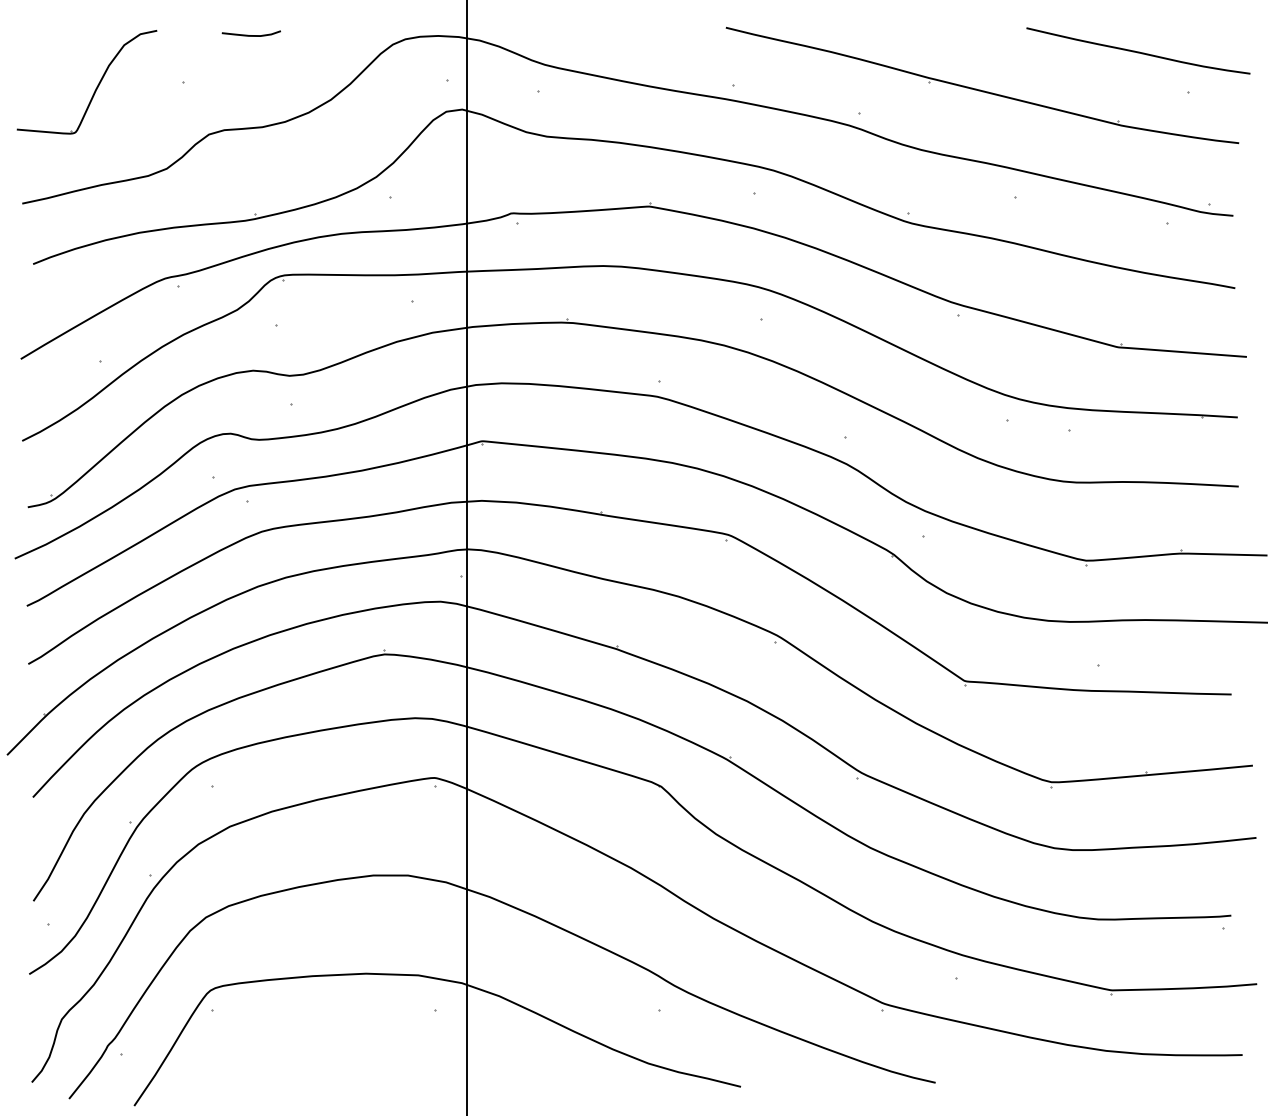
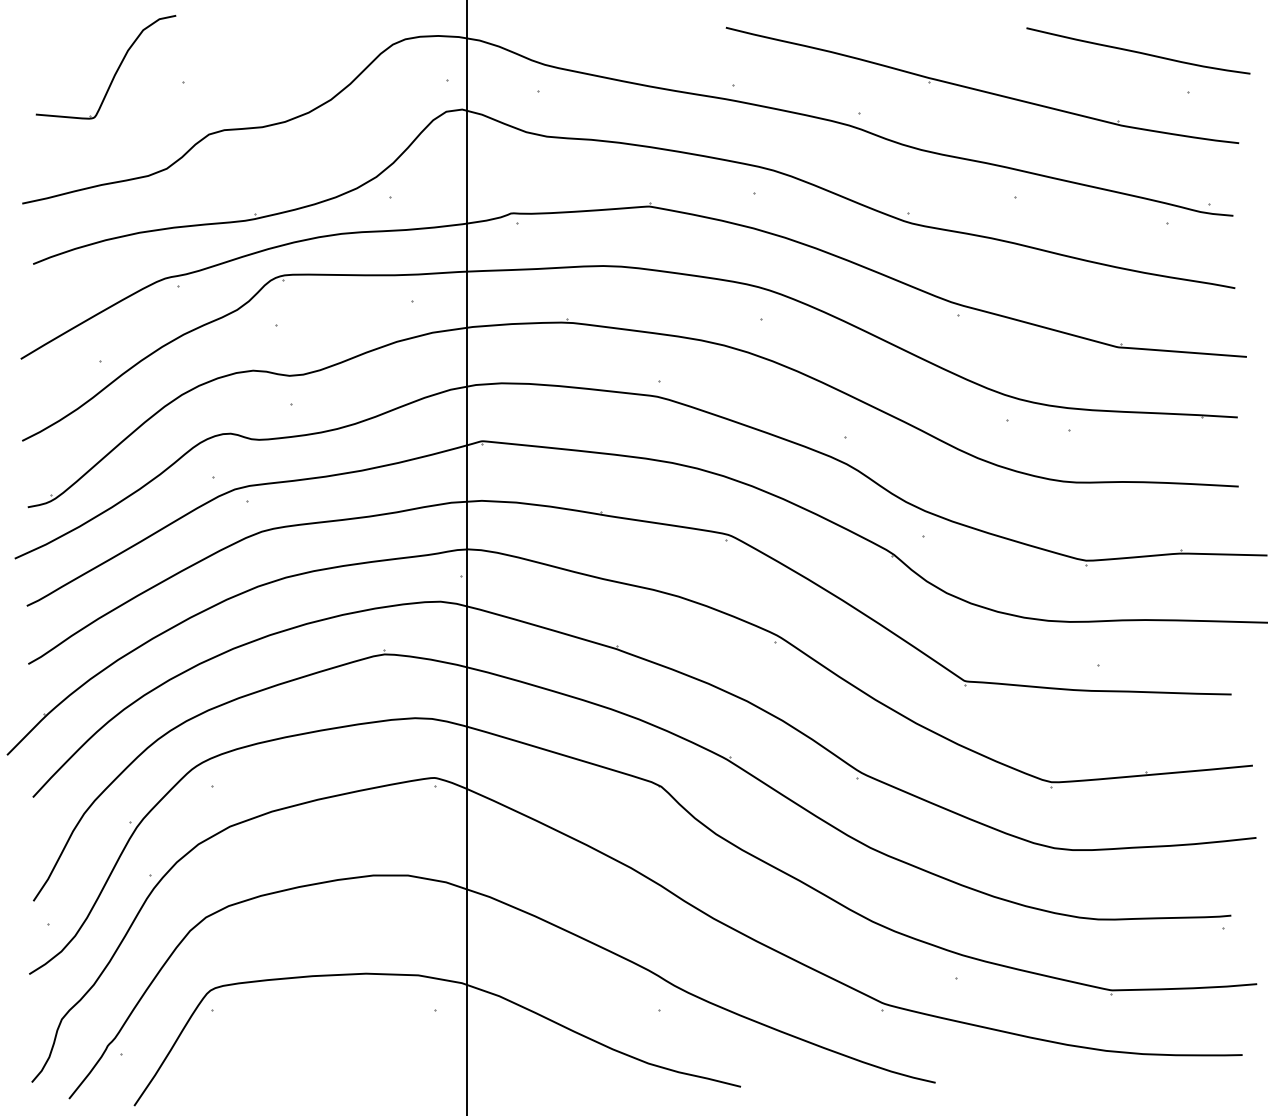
curve at (250, 35): present -> none
part at (96, 86) position: (96, 86) -> (115, 71)
